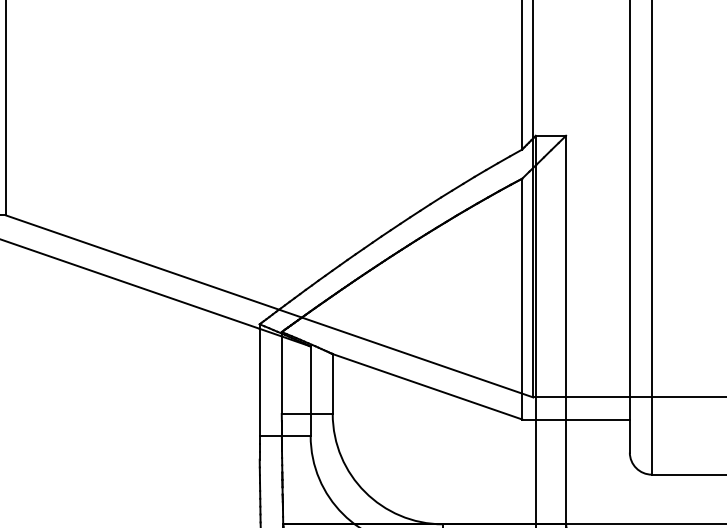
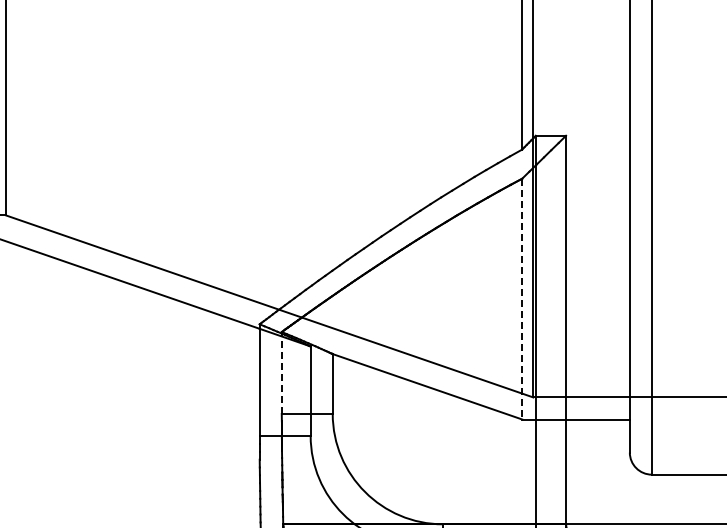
line at (522, 299): solid -> dashed
line at (281, 373): solid -> dashed
